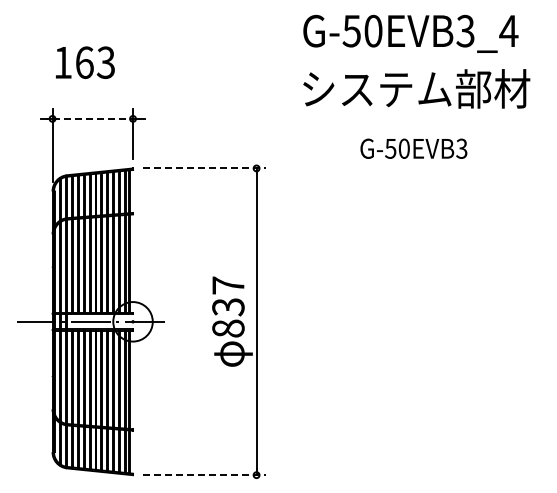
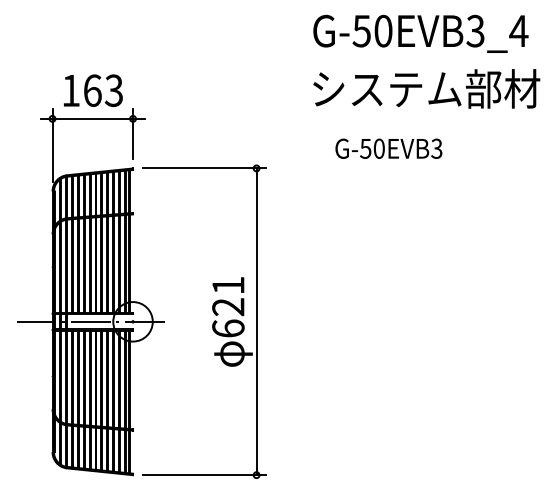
text at (410, 33) position: (410, 33) -> (420, 33)
text at (85, 62) position: (85, 62) -> (93, 90)
text at (416, 88) position: (416, 88) -> (426, 88)
line at (93, 118): dashed -> solid
text at (413, 148) position: (413, 148) -> (388, 148)
line at (204, 168): dashed -> solid
text at (228, 306): 837 -> 621
line at (204, 475): dashed -> solid
